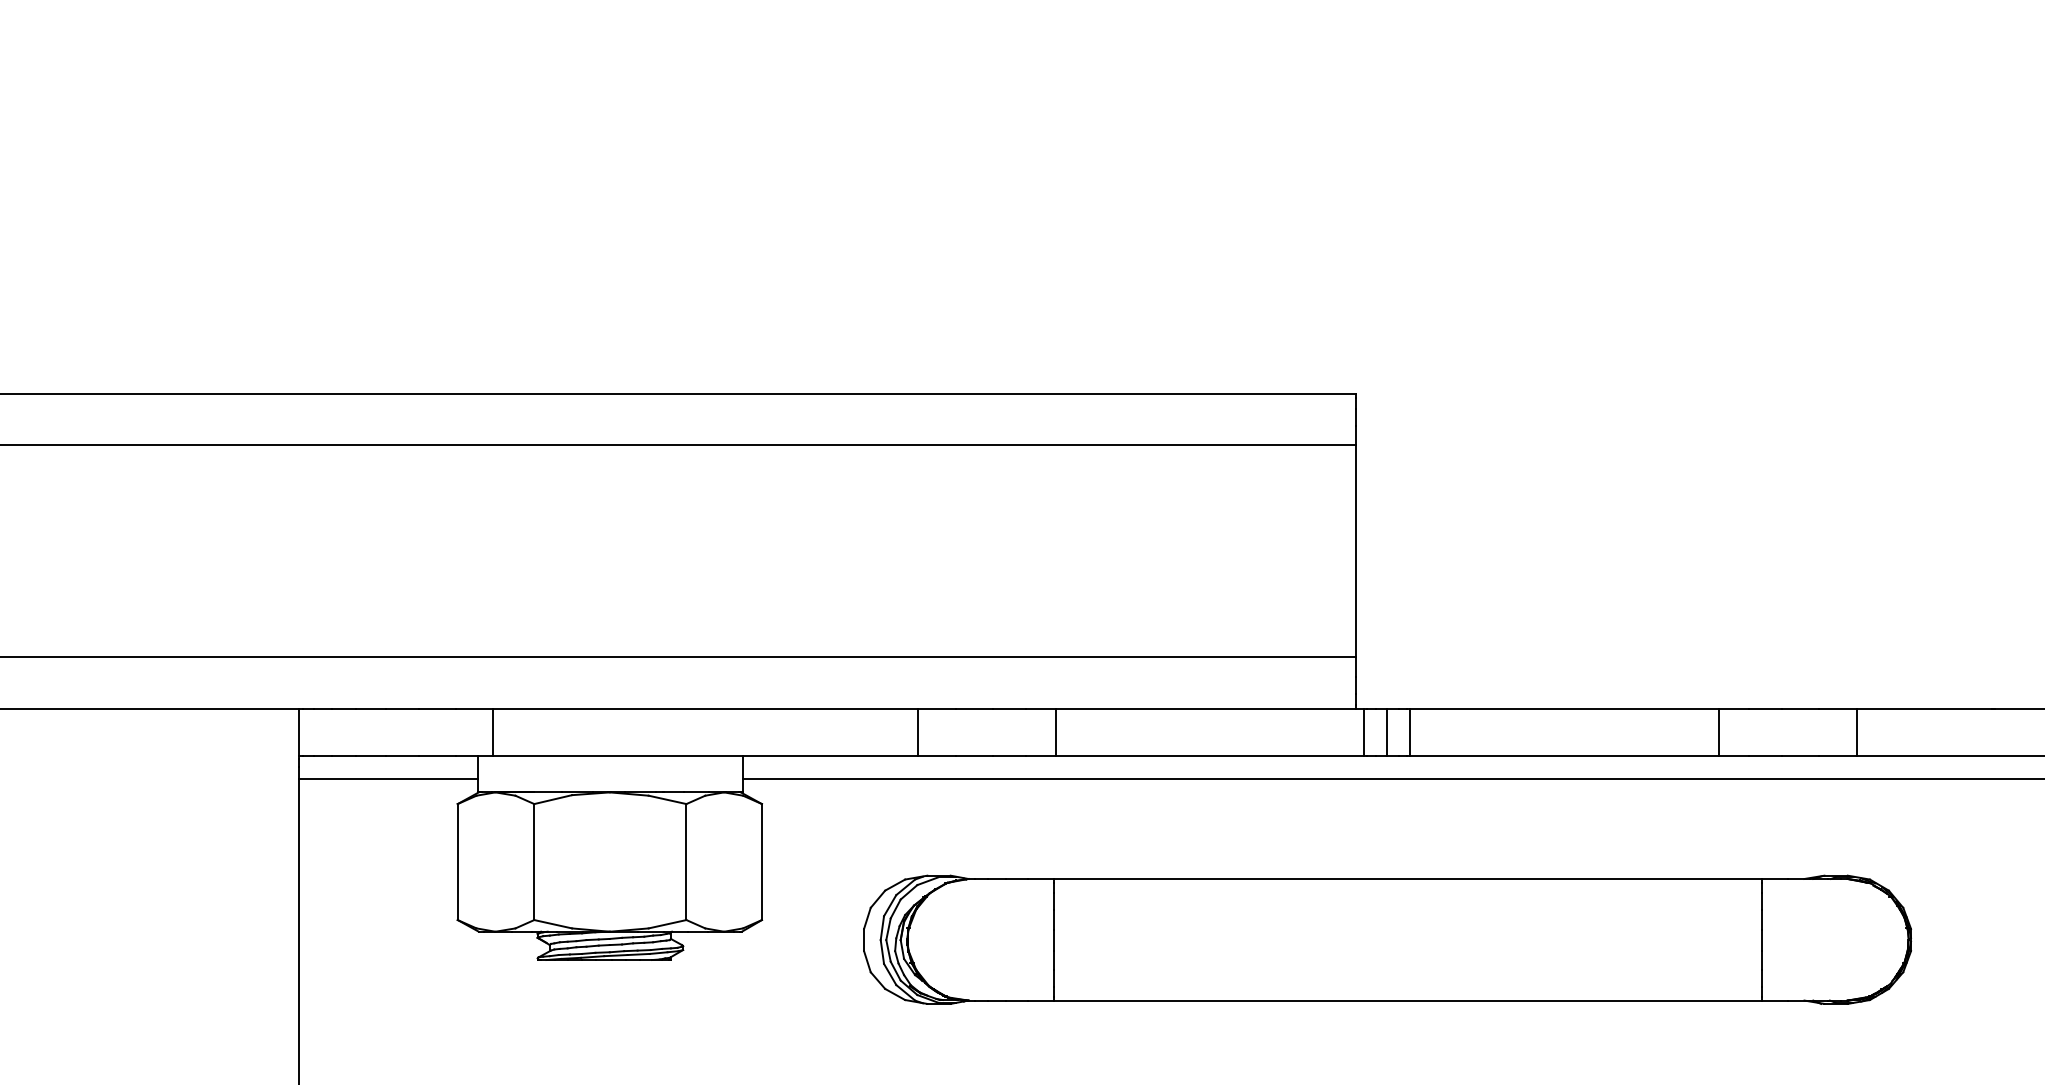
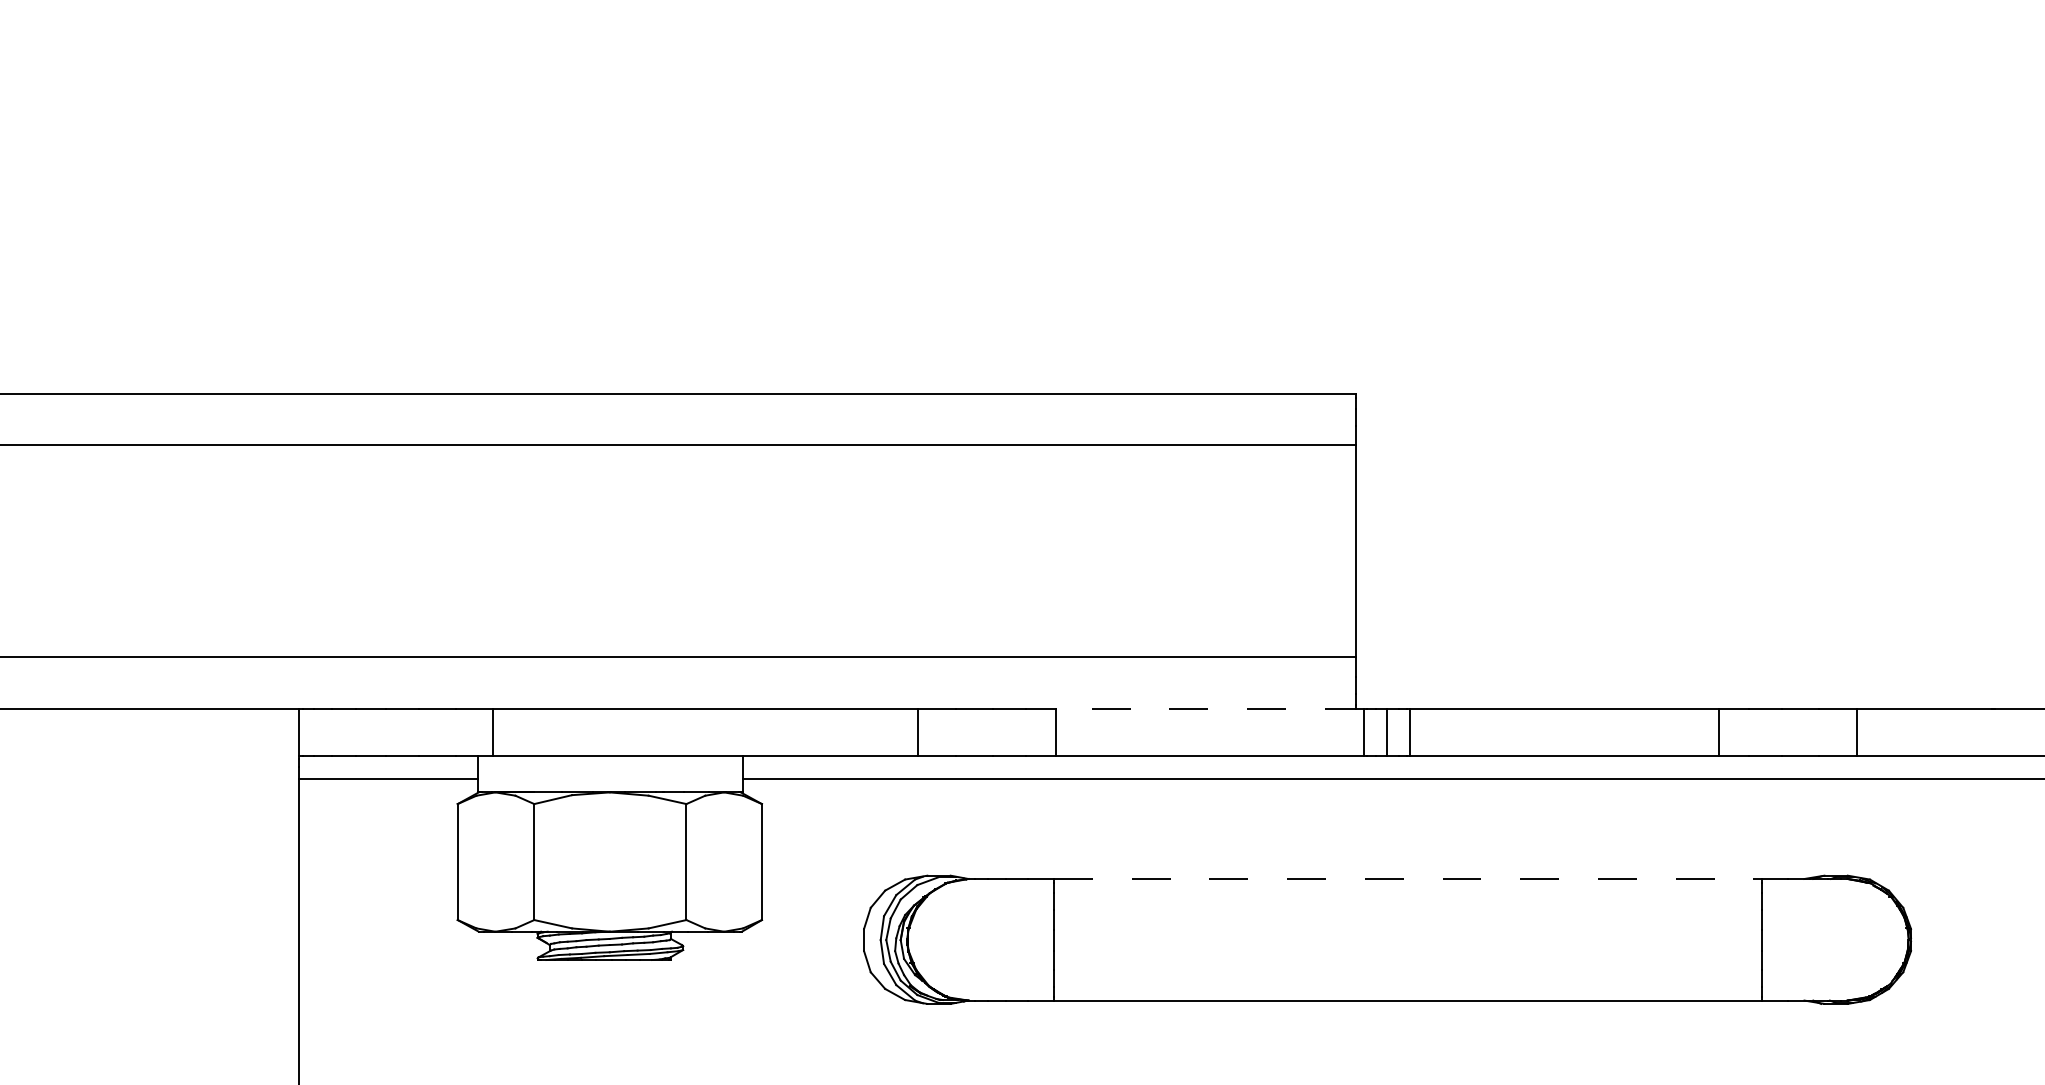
line at (1209, 709): solid -> dashed
line at (1408, 878): solid -> dashed
